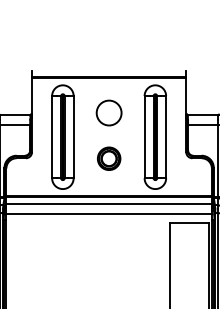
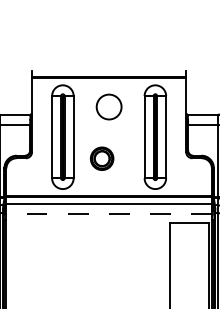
circle at (108, 112) position: (108, 112) -> (108, 106)
part at (109, 158) position: (109, 158) -> (102, 158)
line at (109, 213): solid -> dashed
